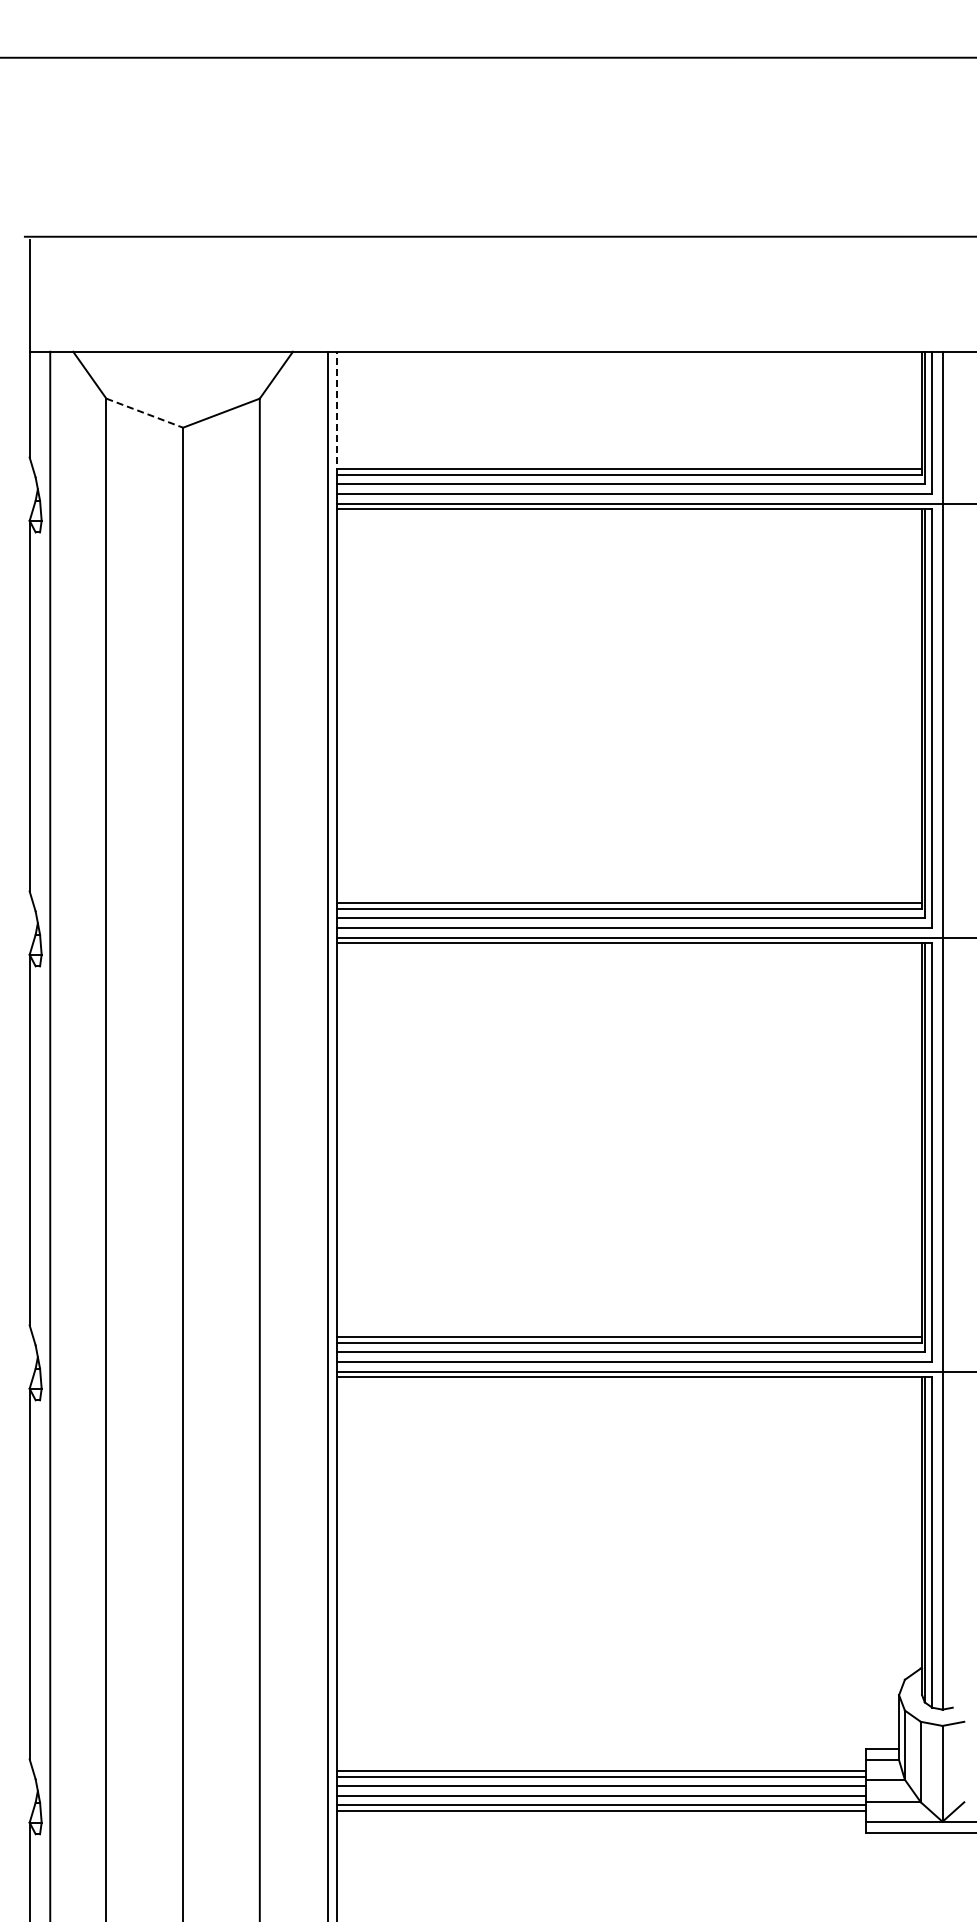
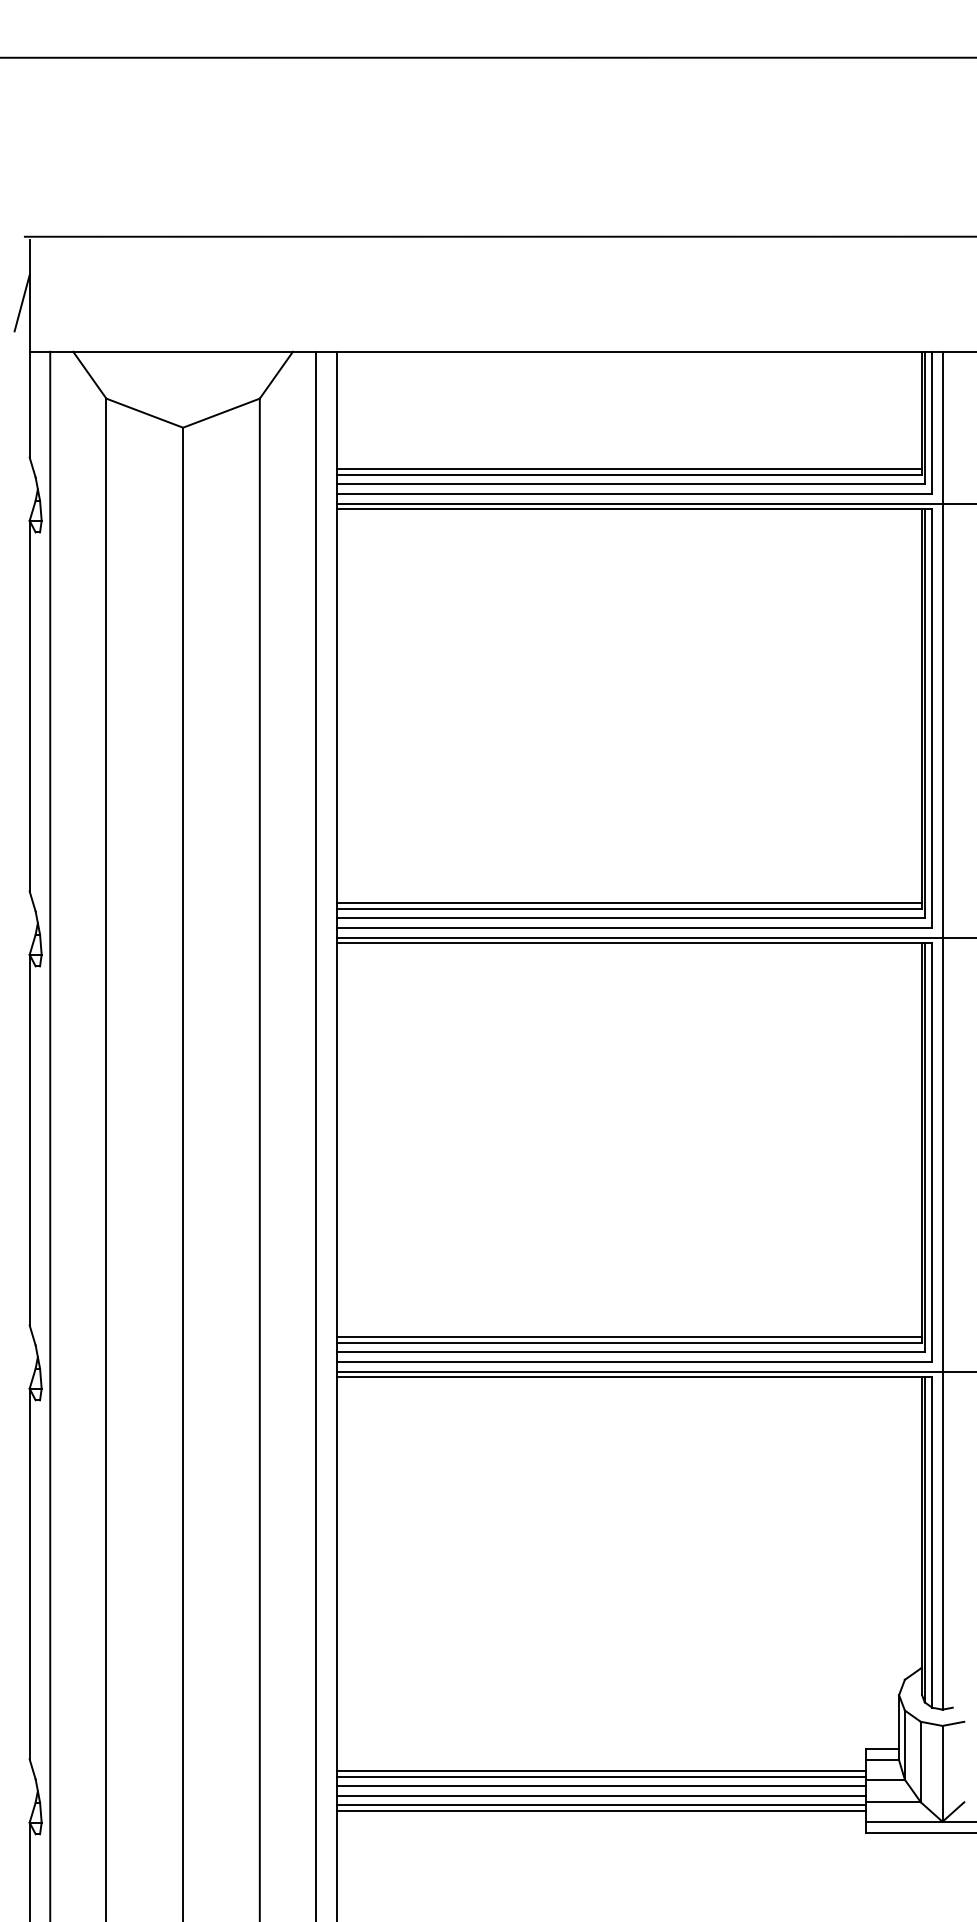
line at (21, 303): none -> present
line at (336, 412): dashed -> solid
line at (145, 413): dashed -> solid
line at (327, 1134) position: (327, 1134) -> (315, 1134)
